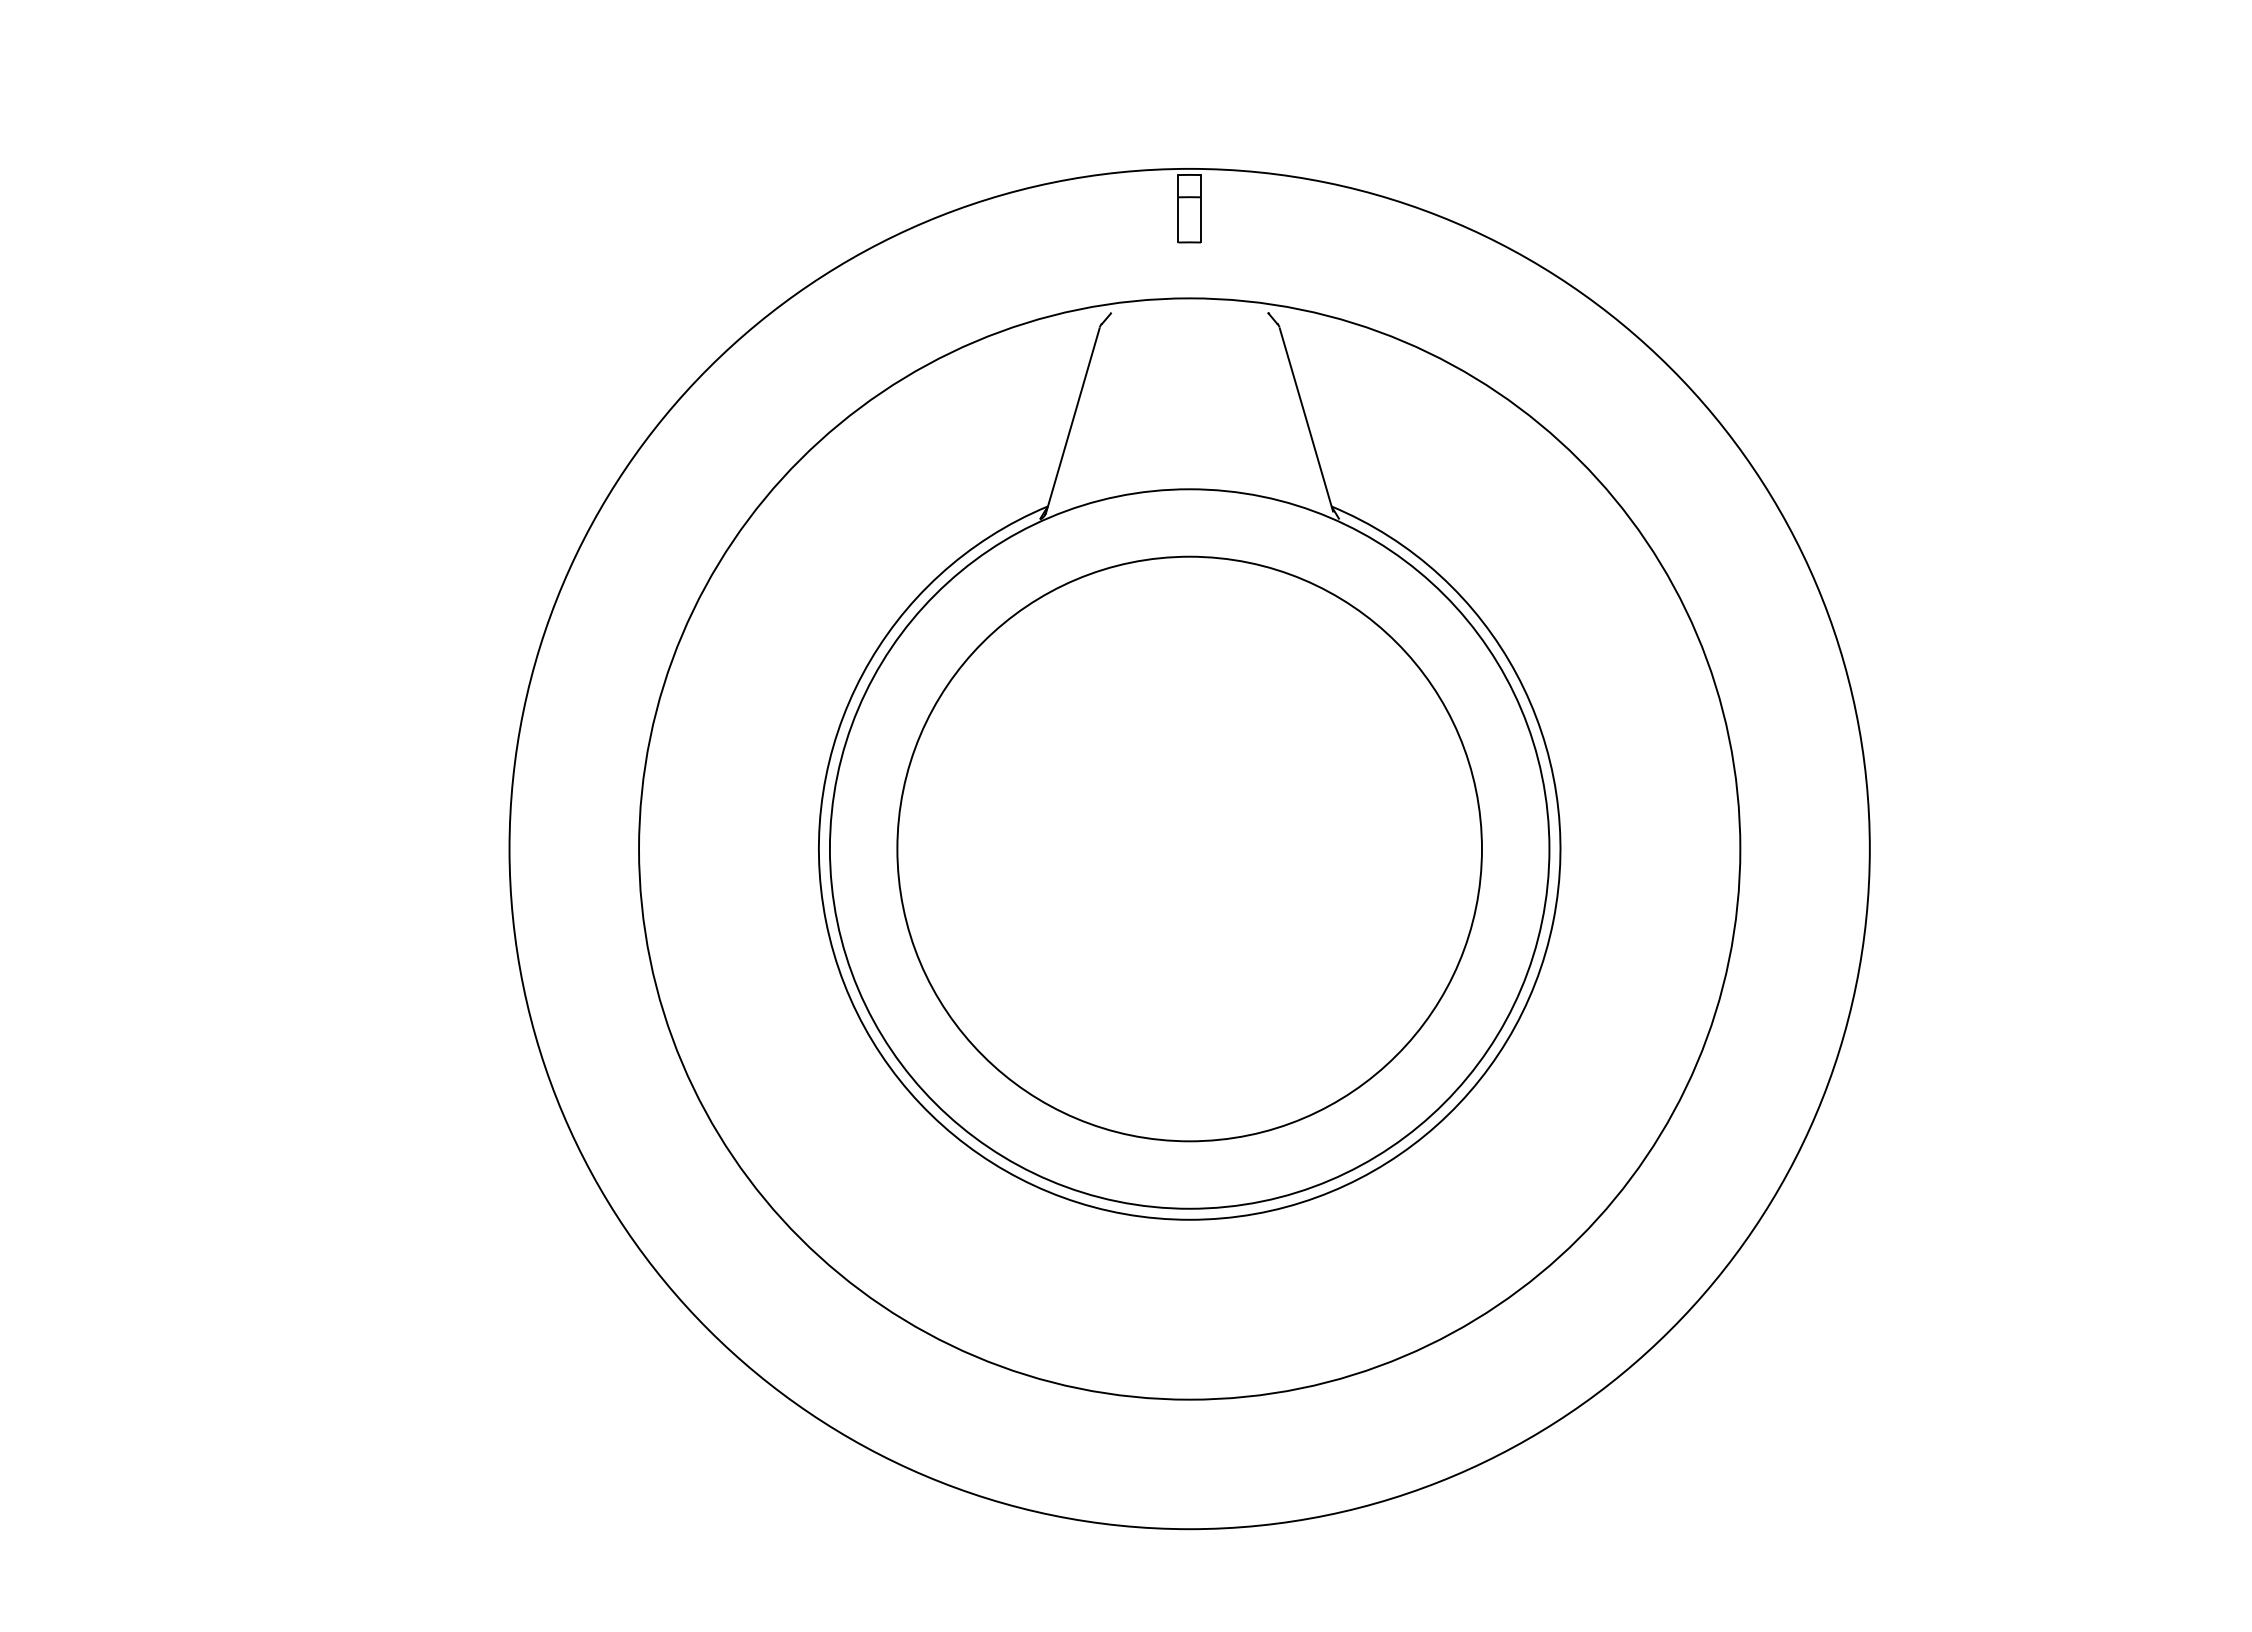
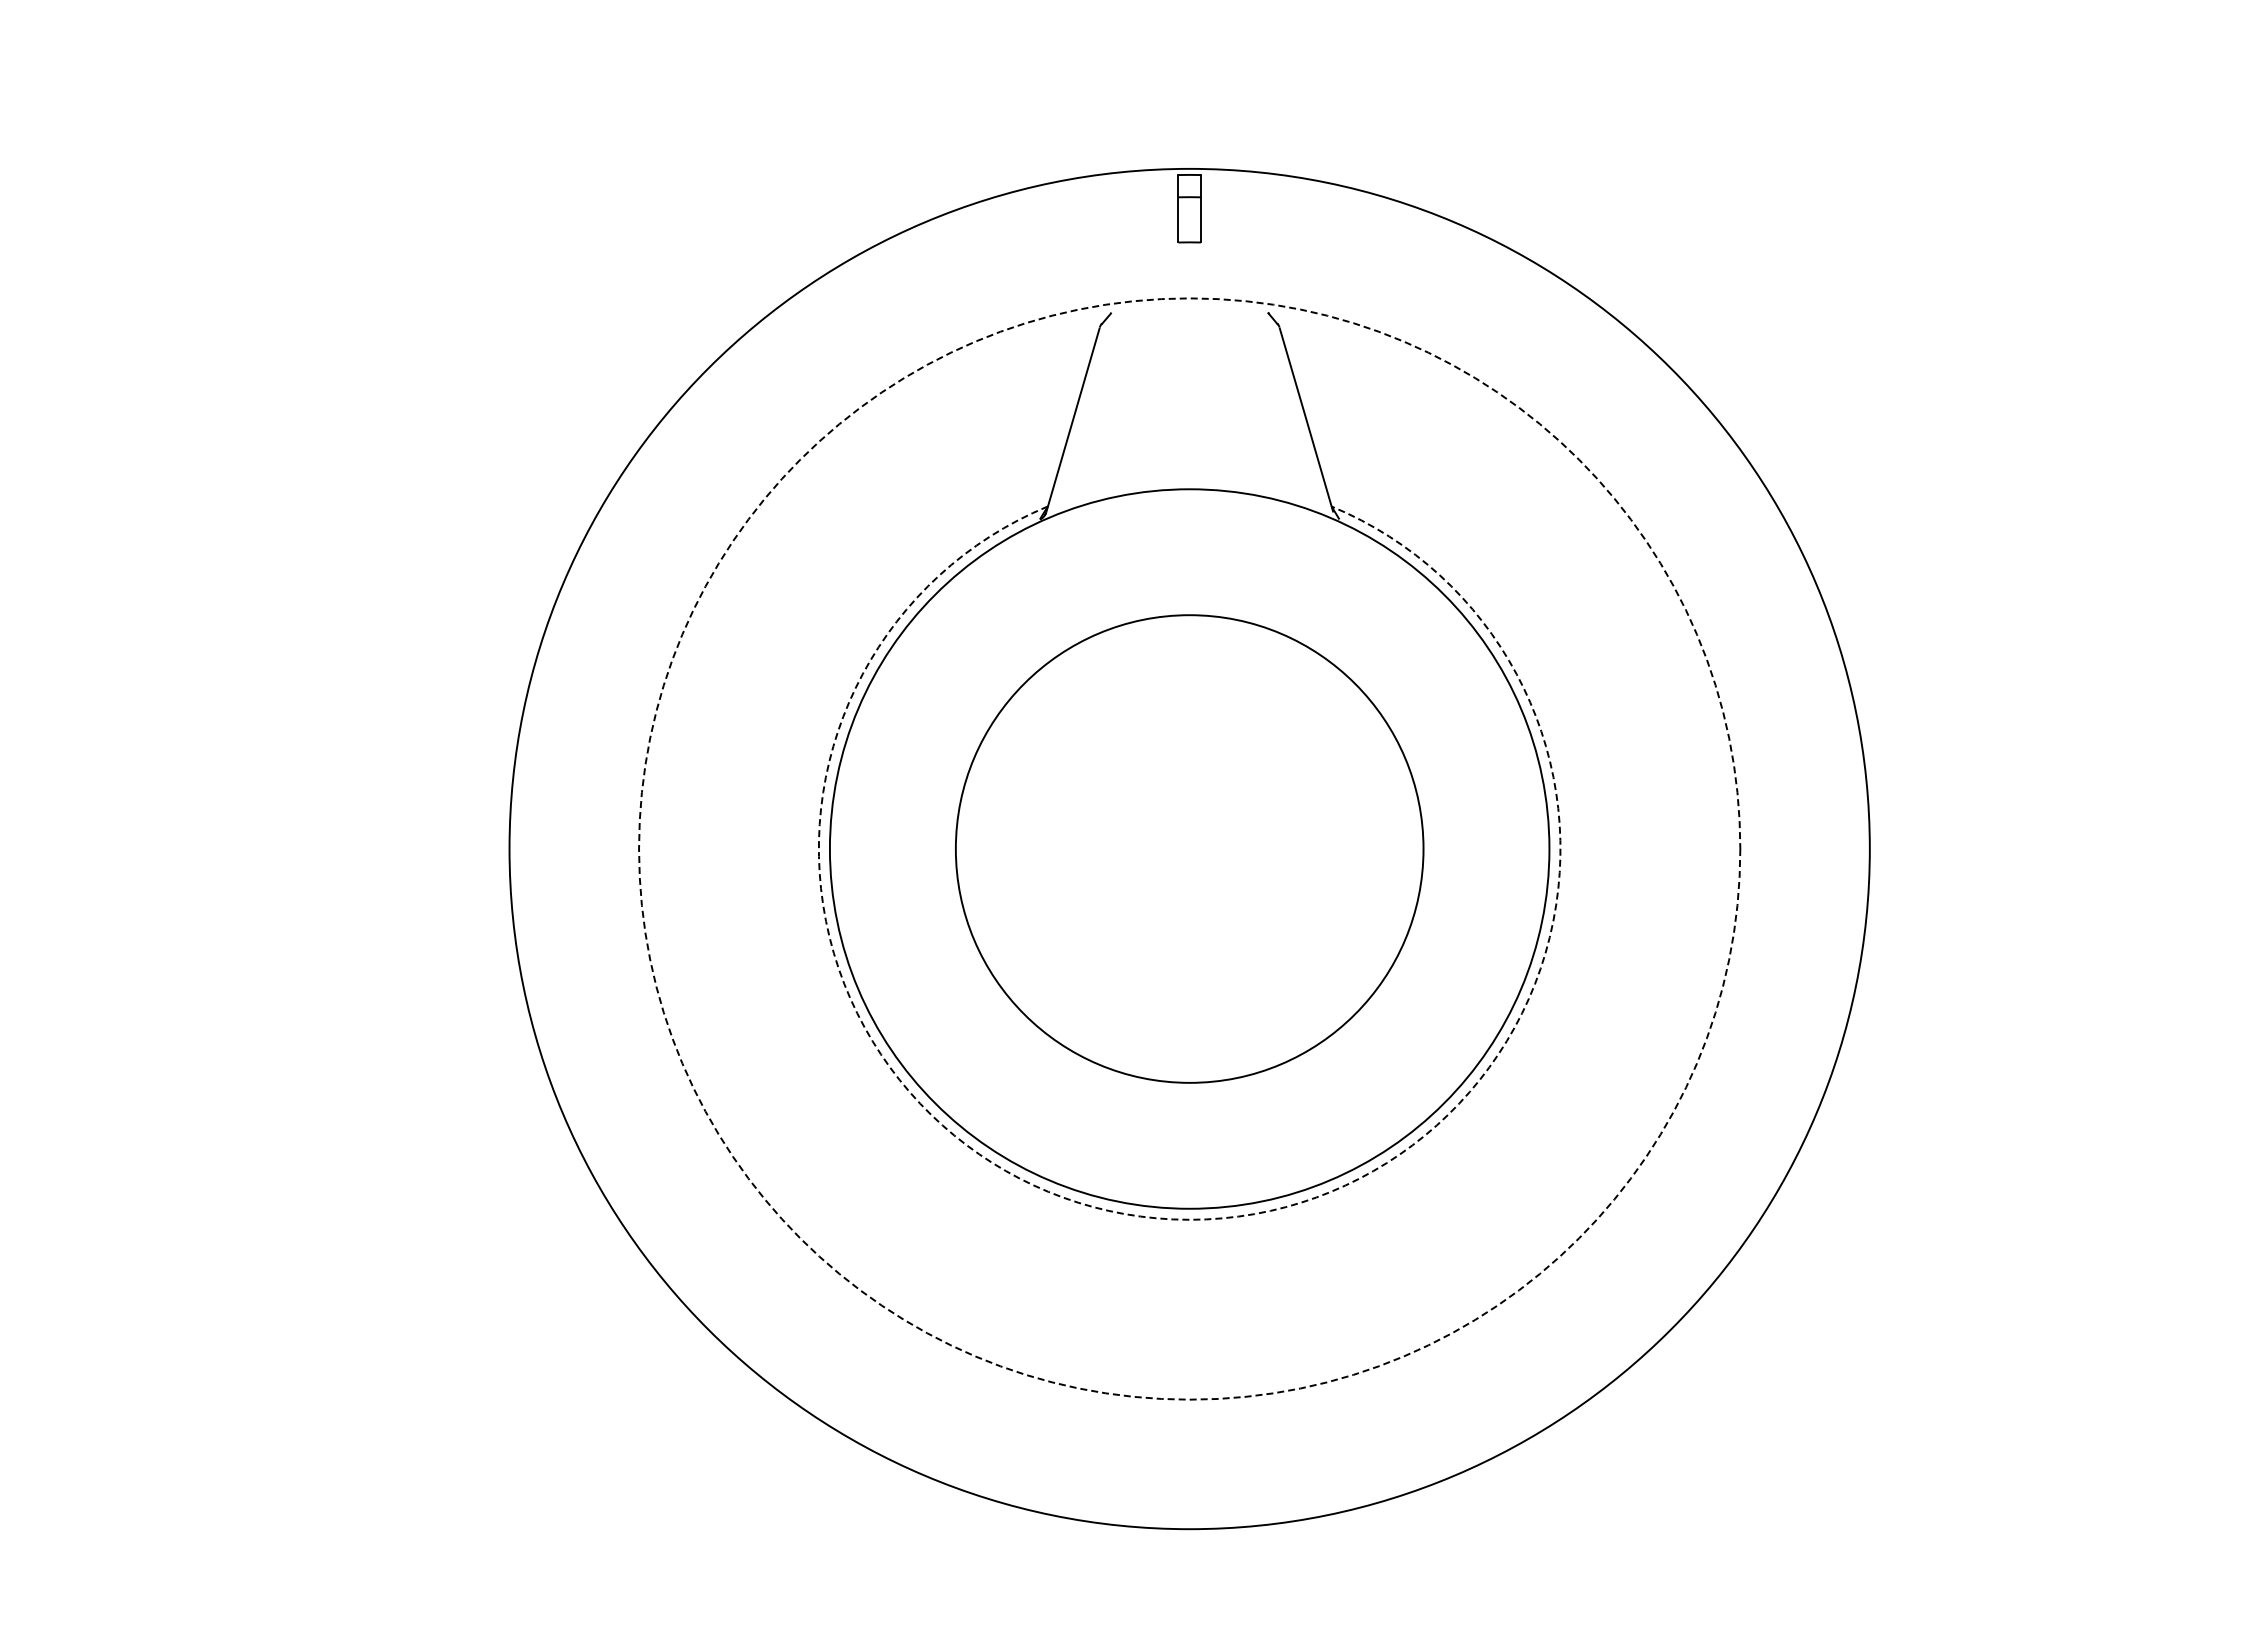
circle at (1189, 848) diameter: 585 px -> 468 px
circle at (1189, 848): solid -> dashed
arc at (1189, 1219): solid -> dashed
